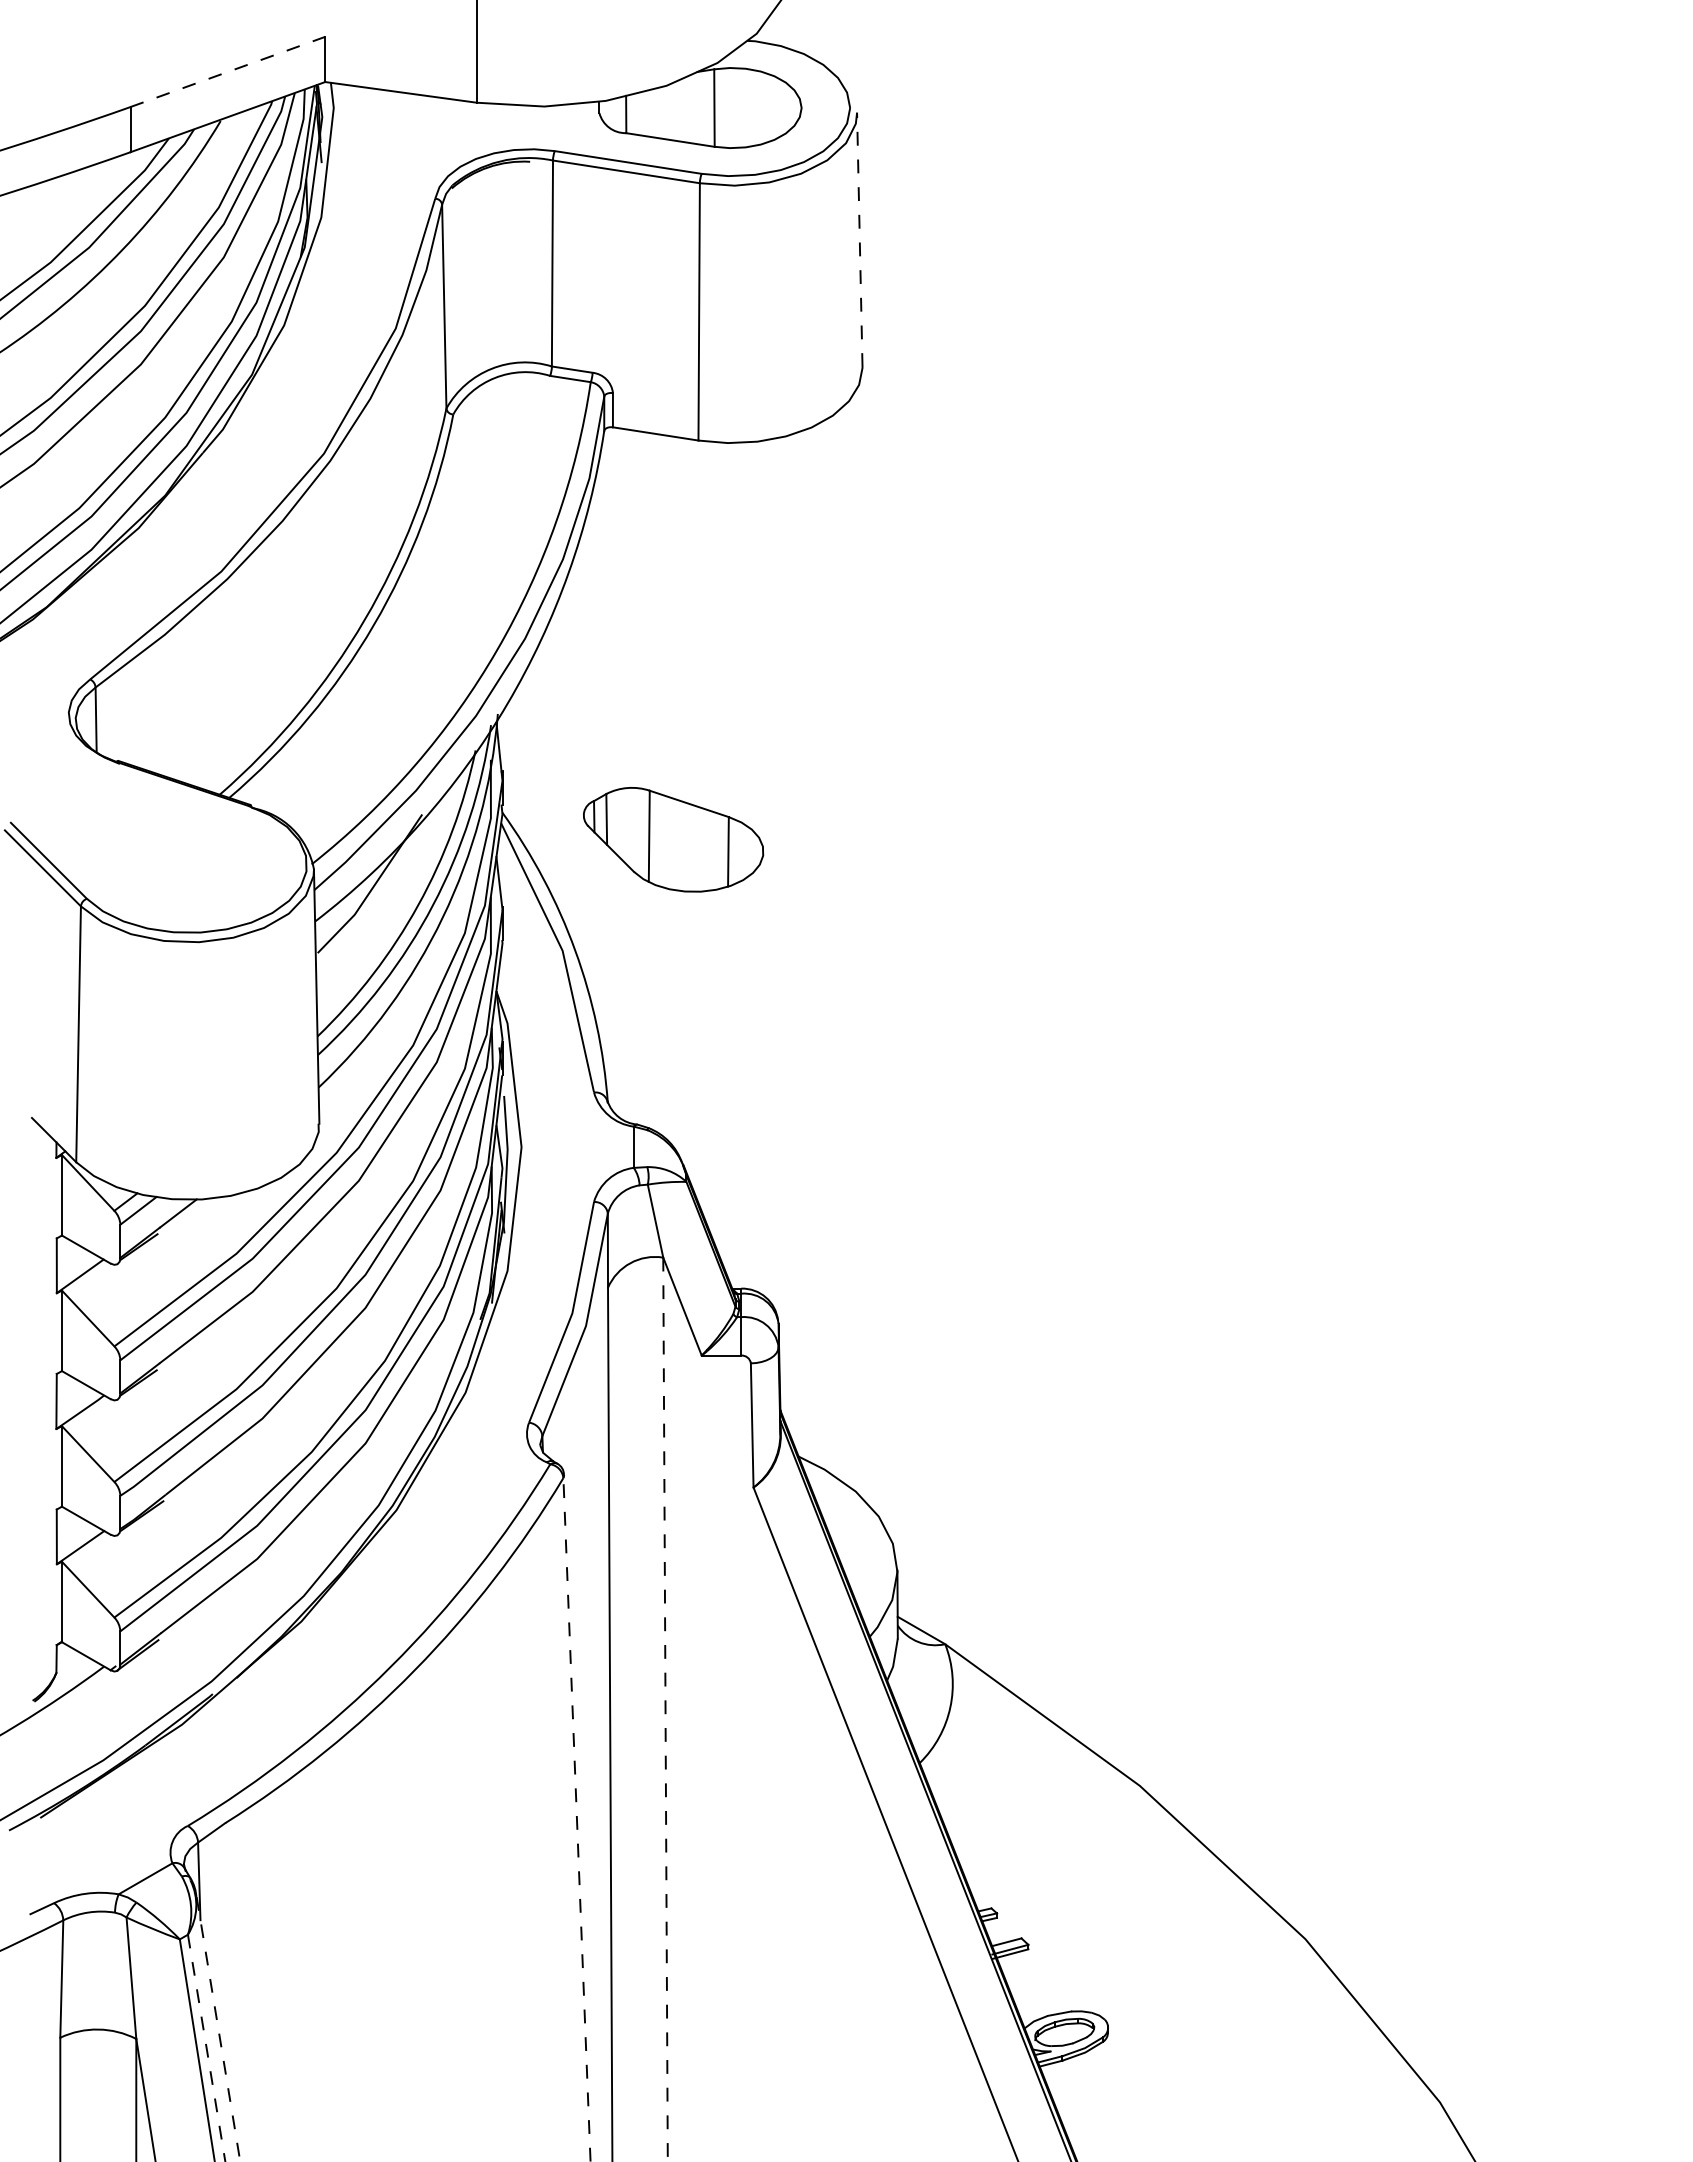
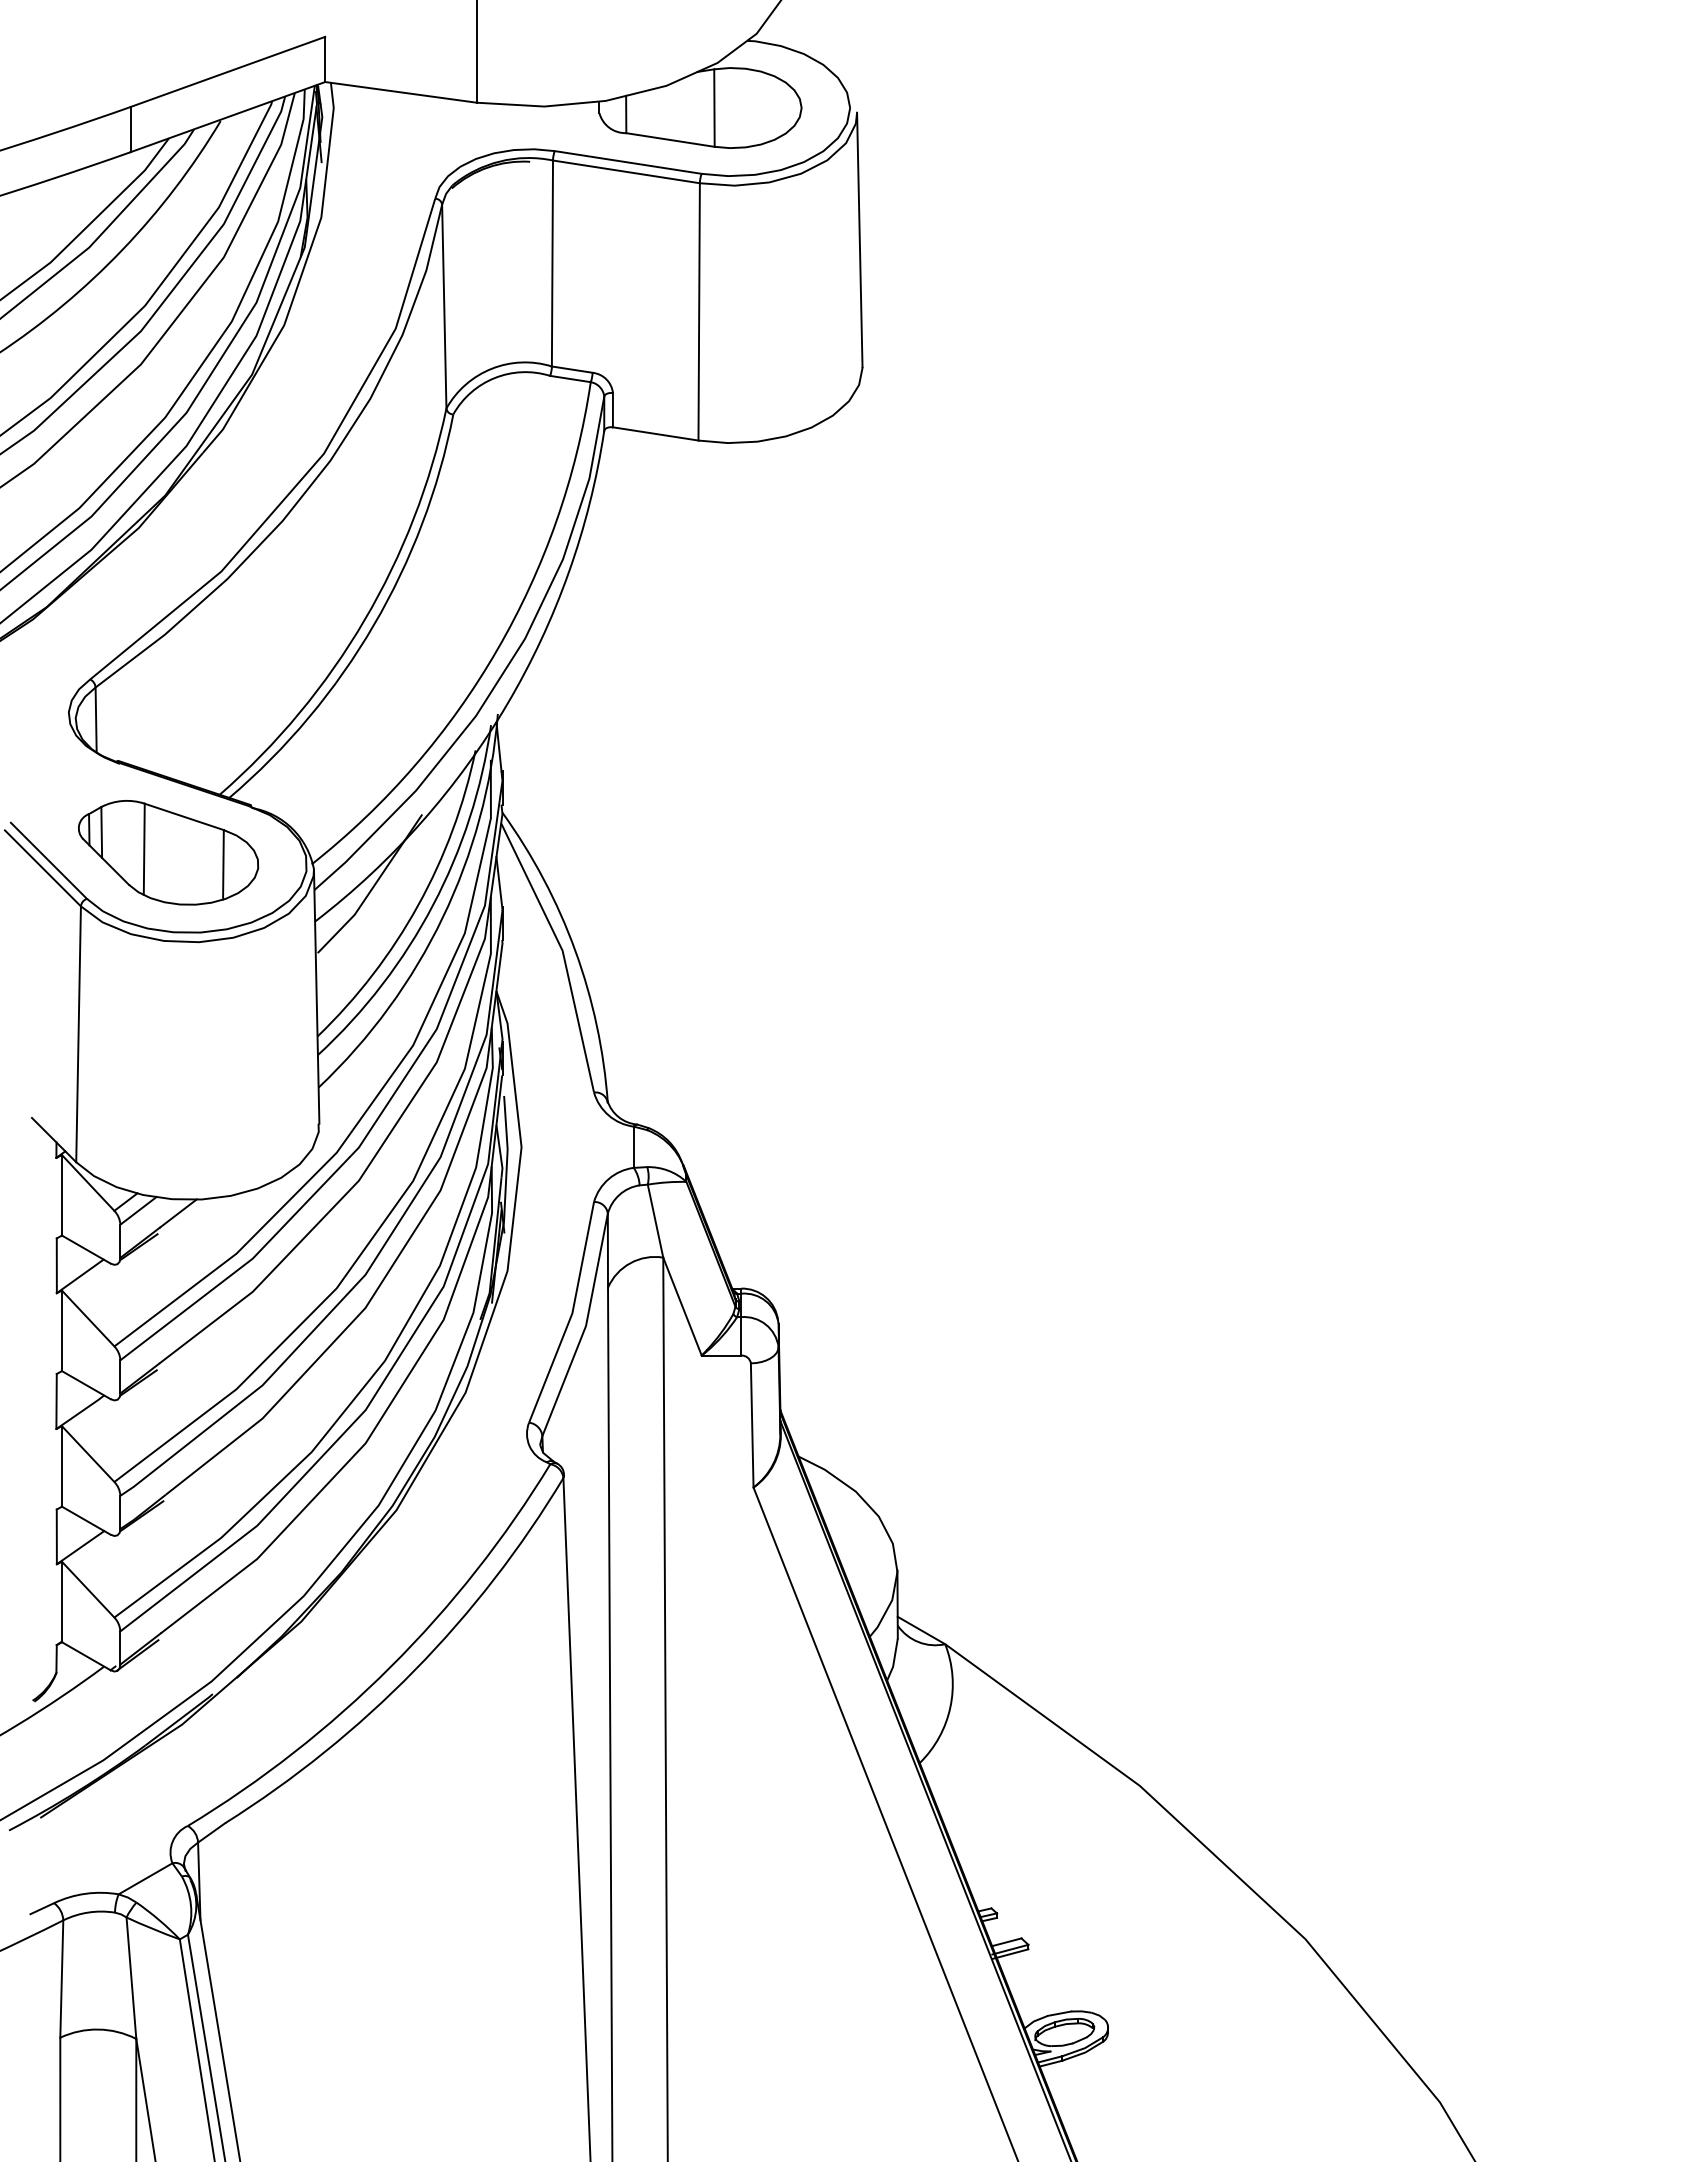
line at (228, 71): dashed -> solid
line at (859, 239): dashed -> solid
part at (673, 839) position: (673, 839) -> (168, 852)
line at (665, 1709): dashed -> solid
line at (576, 1819): dashed -> solid
line at (218, 2027): dashed -> solid
line at (206, 2048): dashed -> solid
